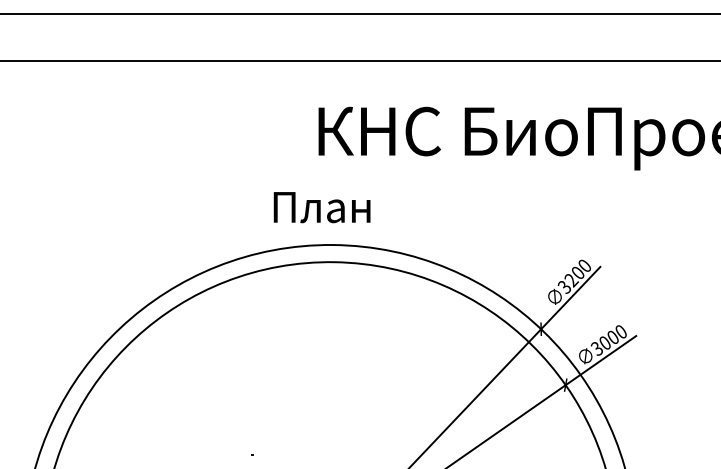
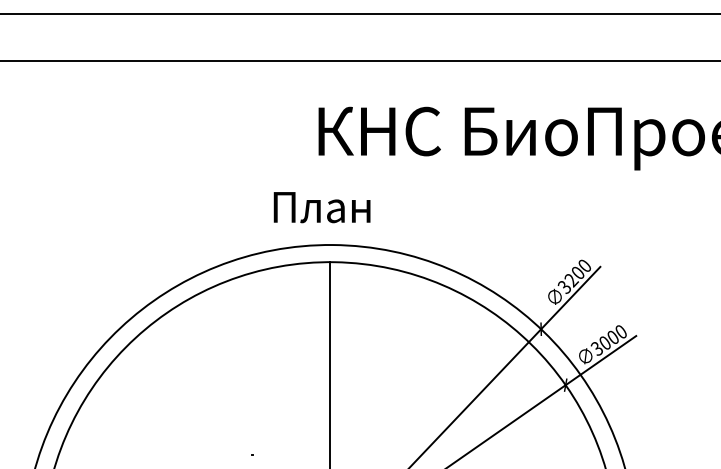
line at (330, 363): none -> present
